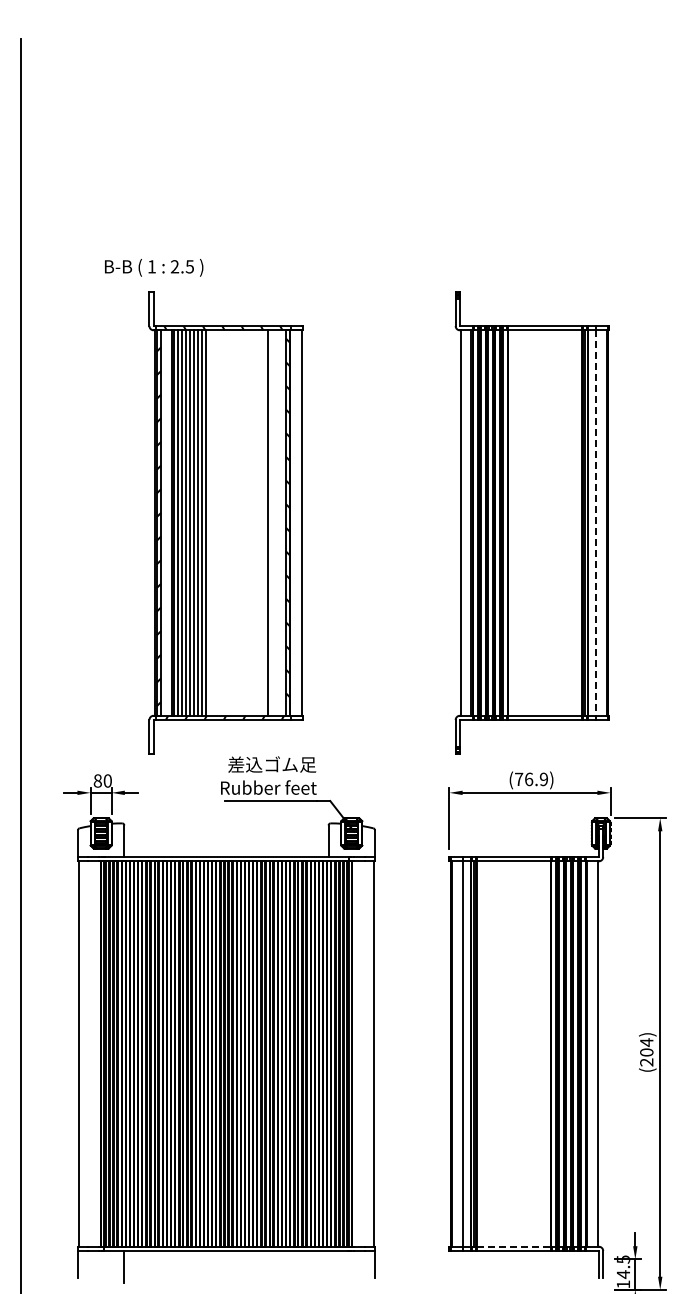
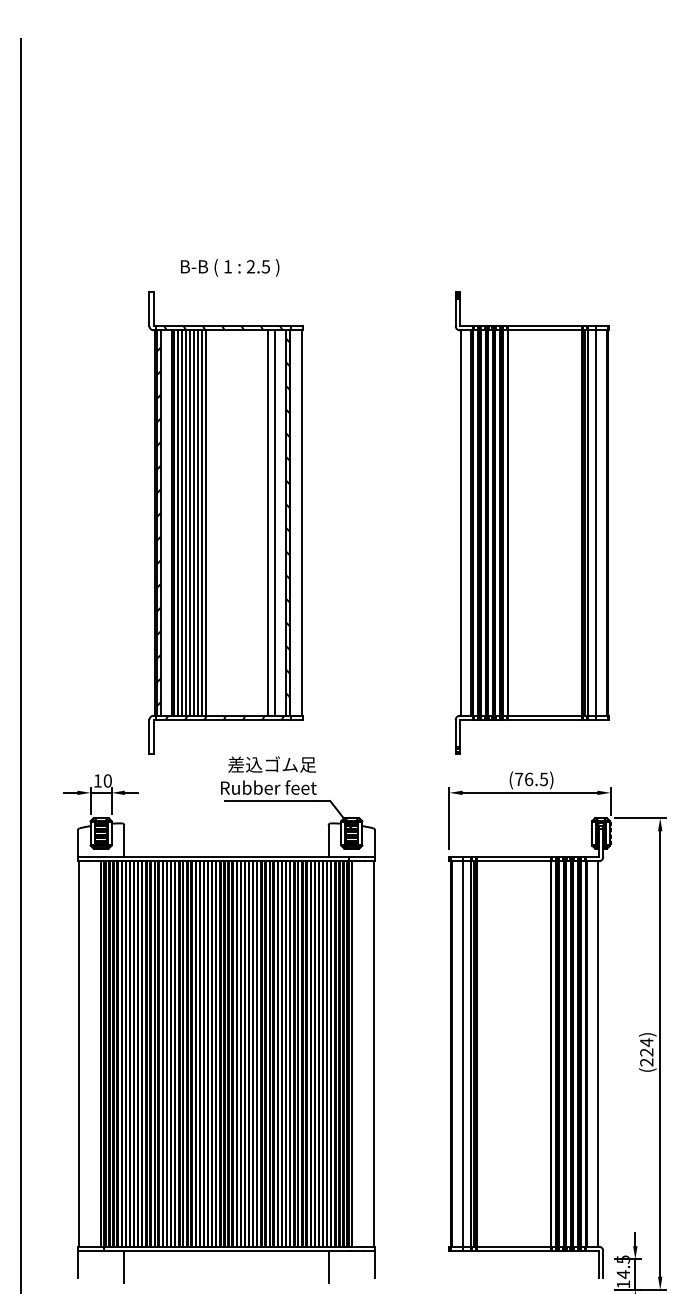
text at (154, 267) position: (154, 267) -> (230, 267)
line at (274, 522): none -> present
line at (596, 523): dashed -> solid
text at (543, 779): (76.9) -> (76.5)
text at (97, 780): 80 -> 10
text at (646, 1052): (204) -> (224)
line at (513, 1246): dashed -> solid
line at (328, 1266): none -> present
